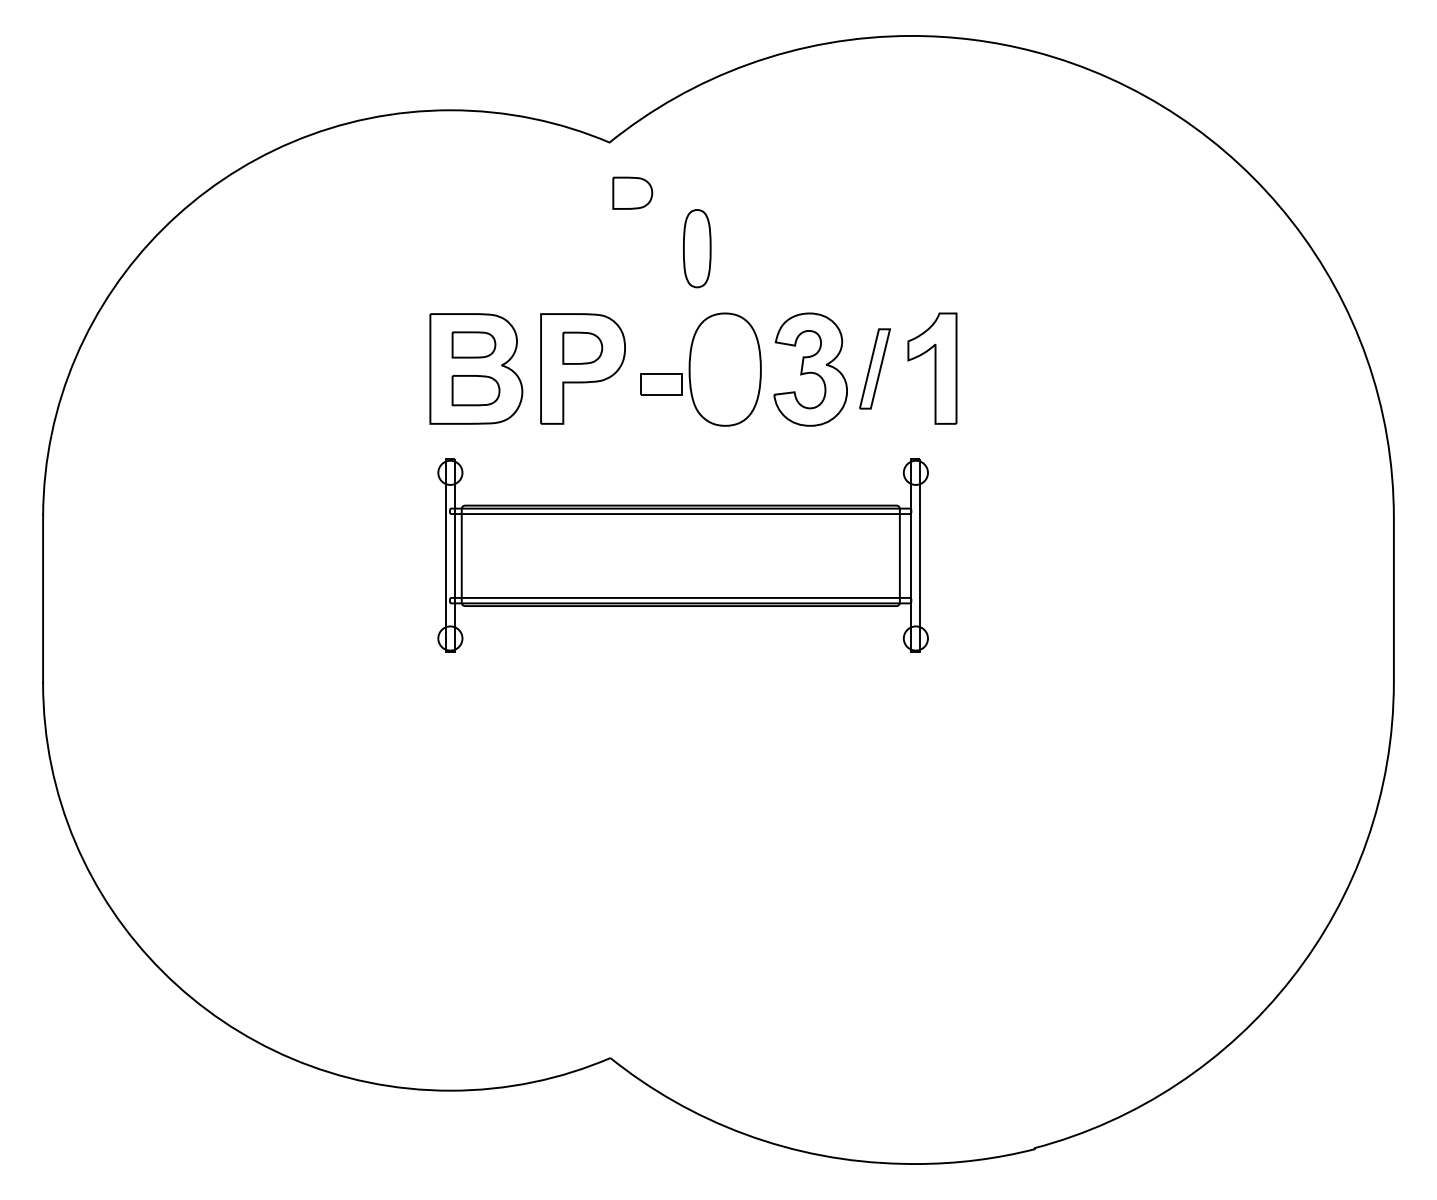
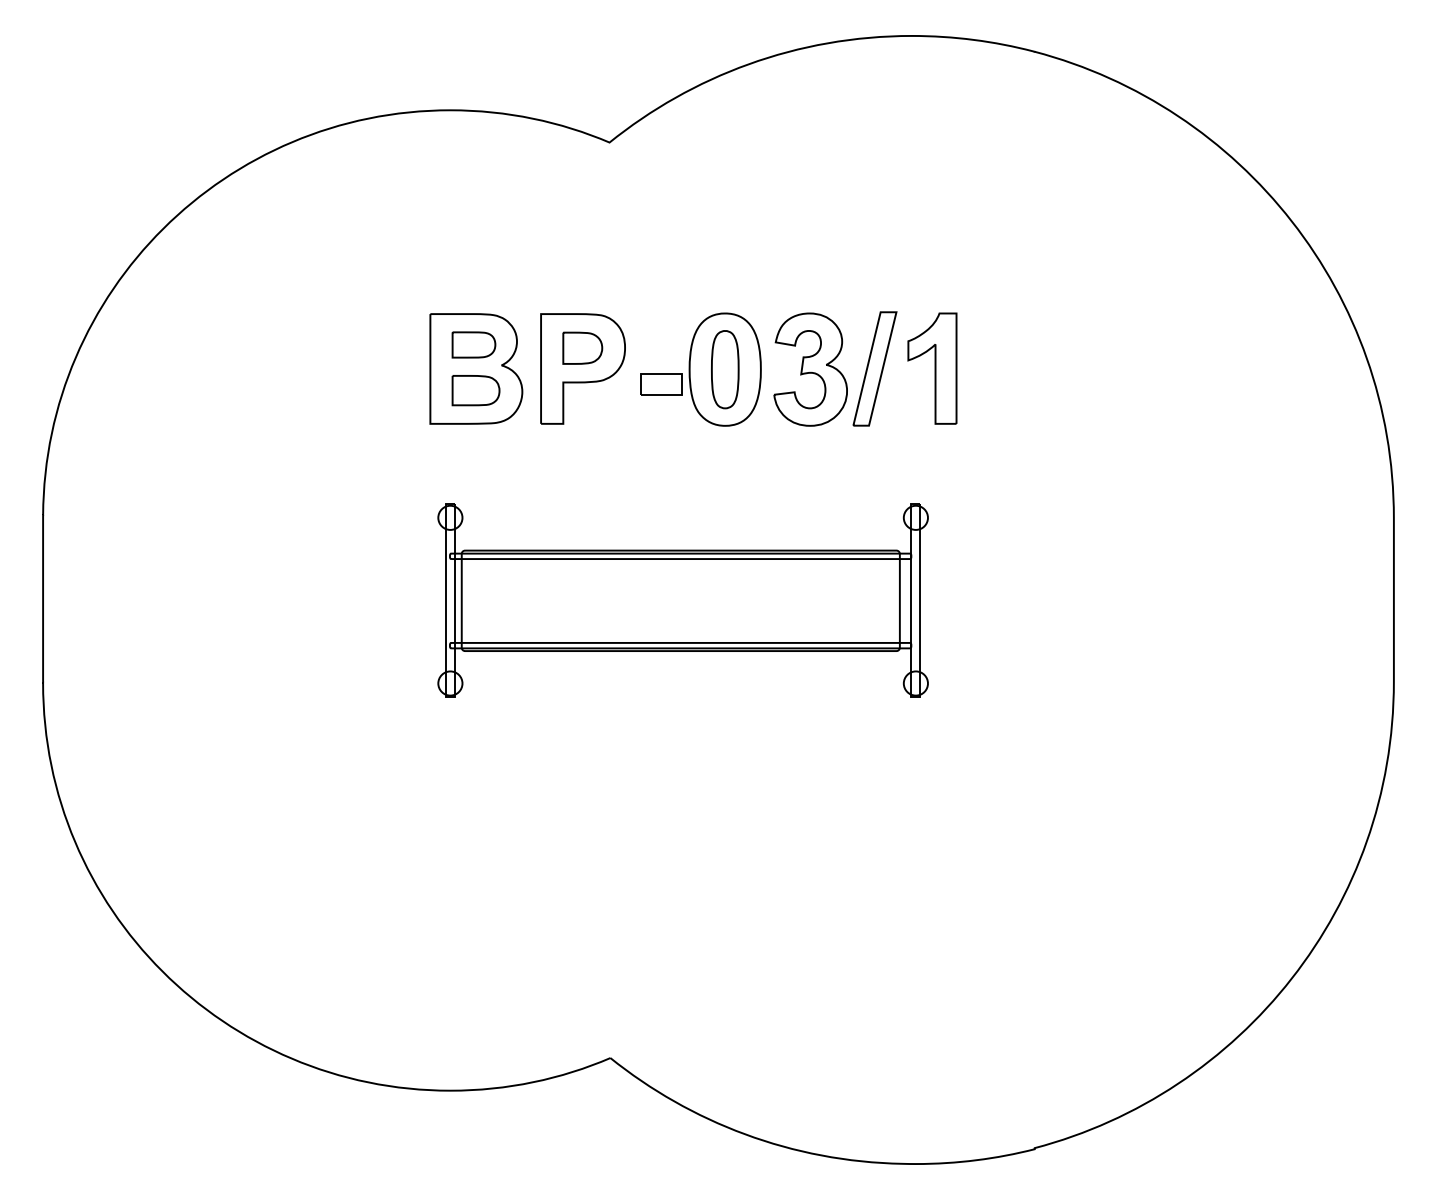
part at (632, 192): present -> none
part at (697, 248) position: (697, 248) -> (725, 369)
part at (874, 368) size: 32x82 px -> 46x116 px
part at (682, 555) position: (682, 555) -> (682, 600)
